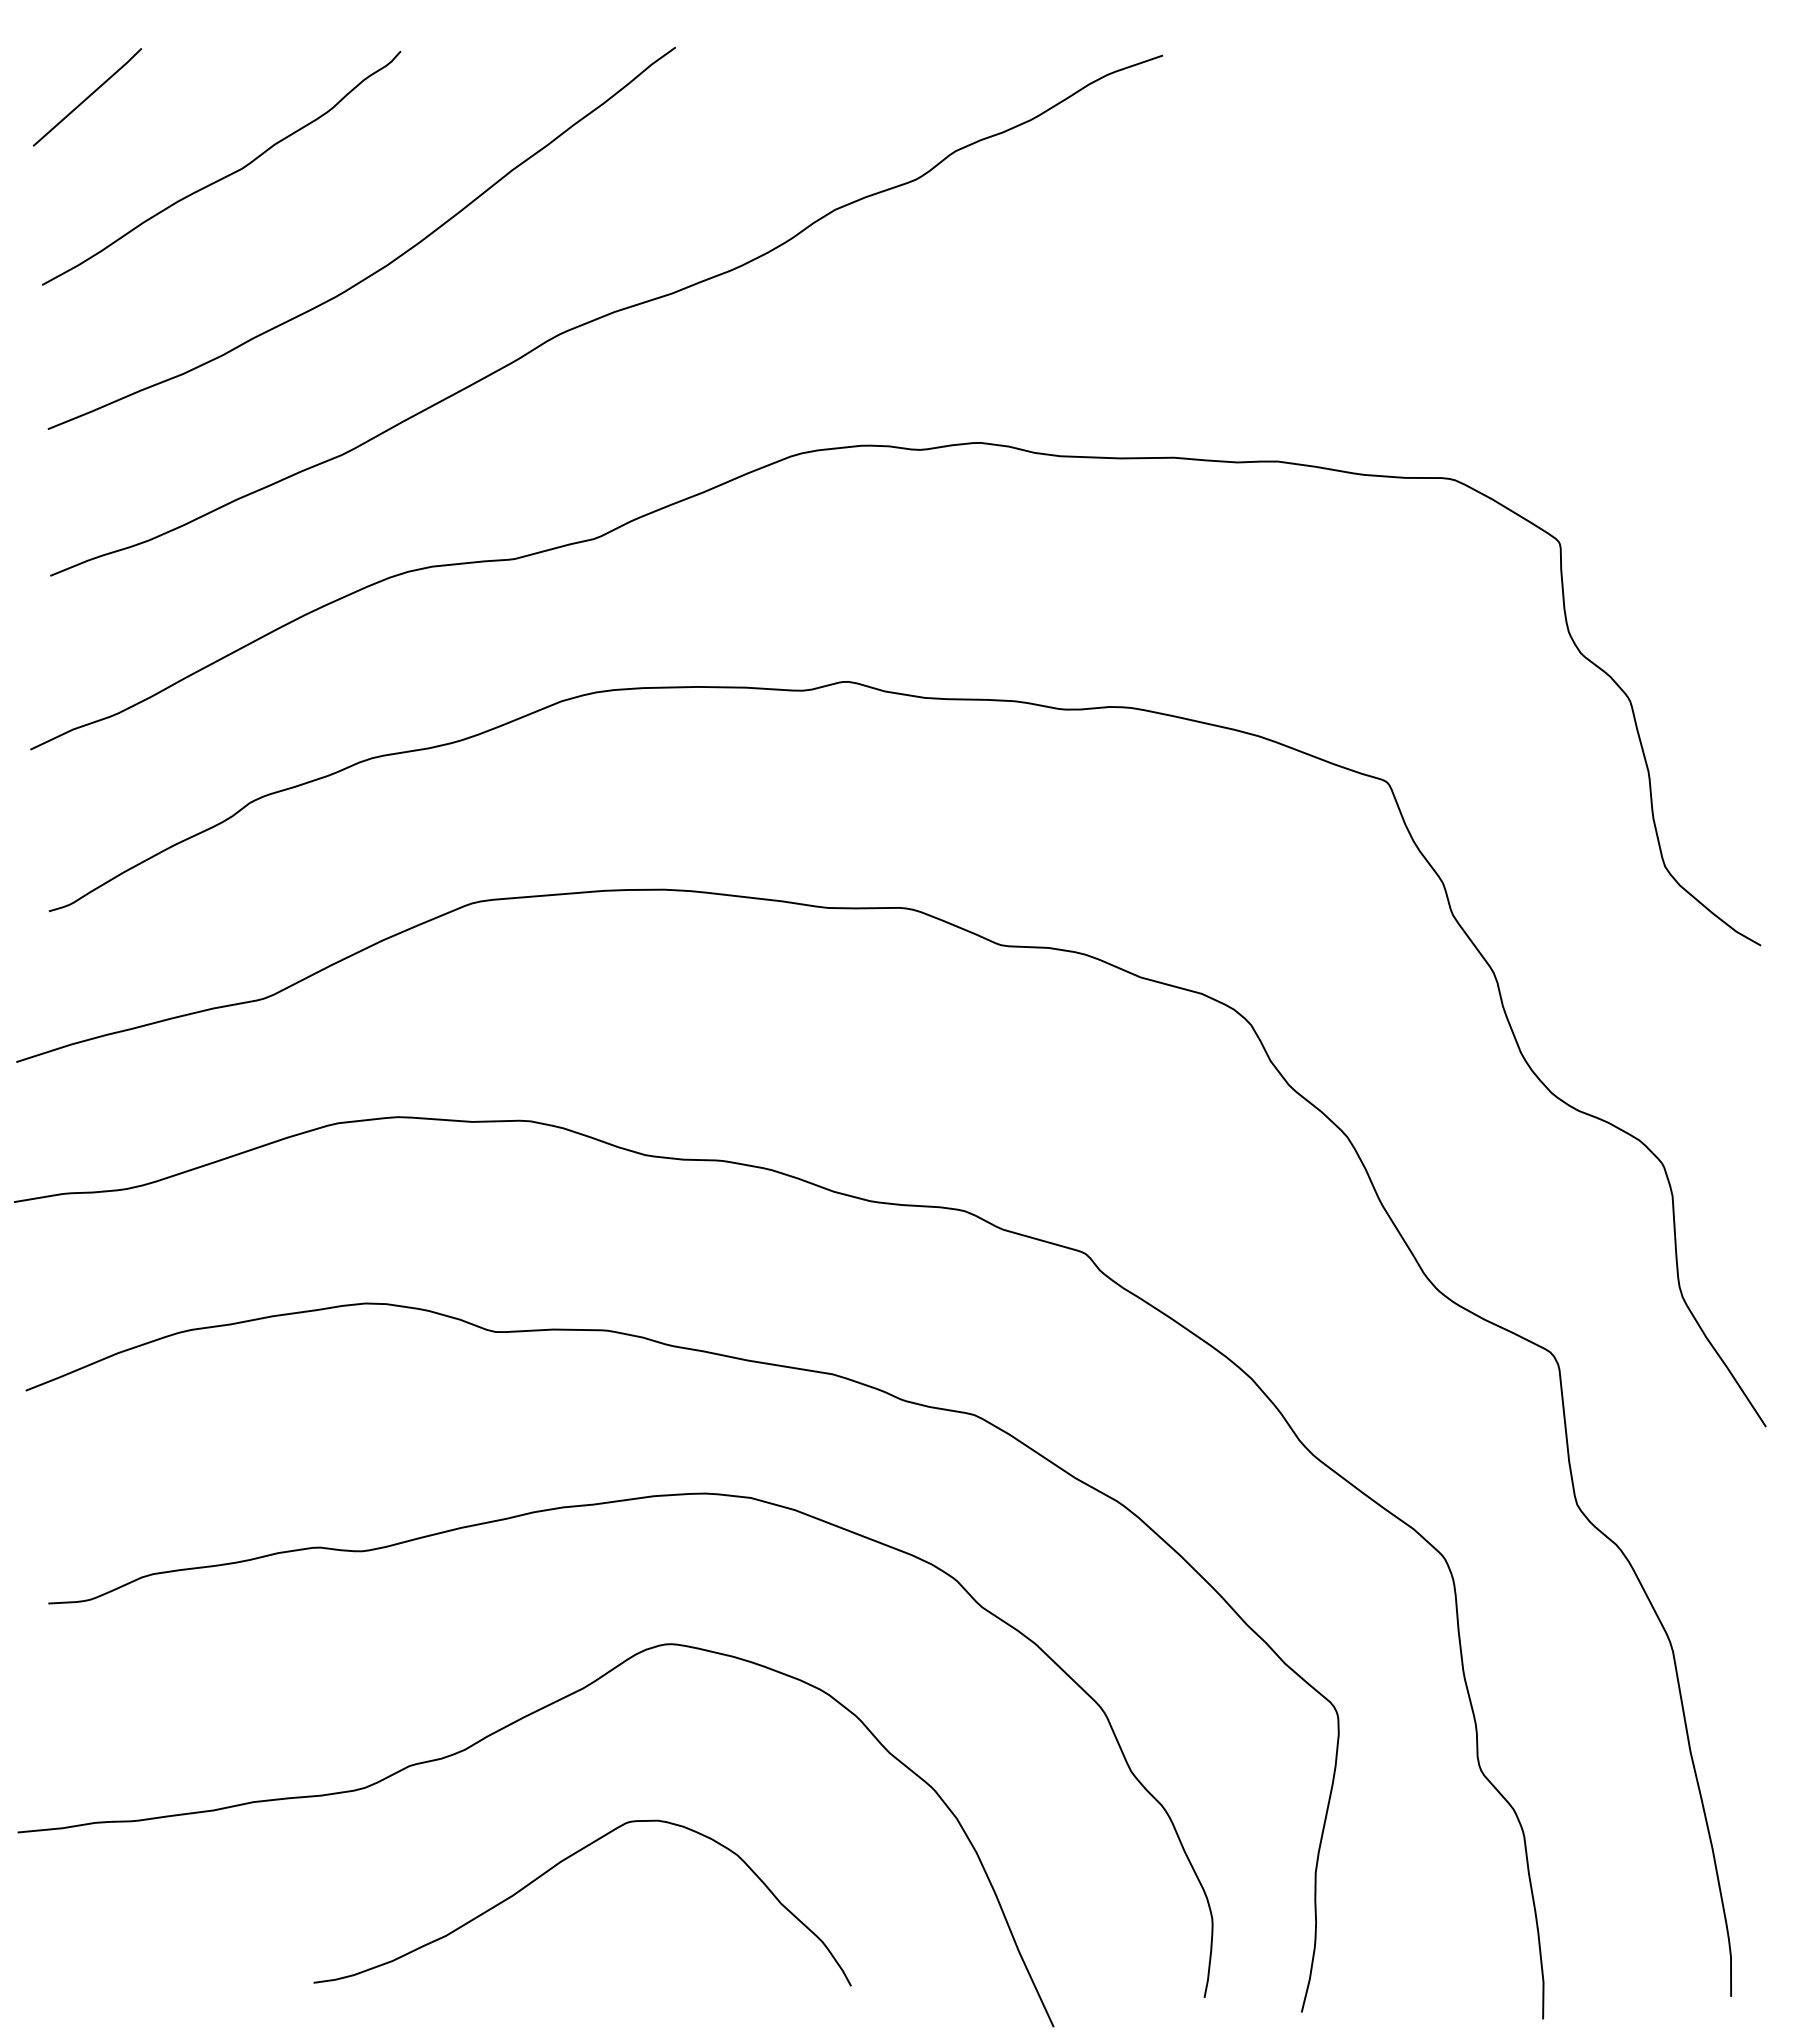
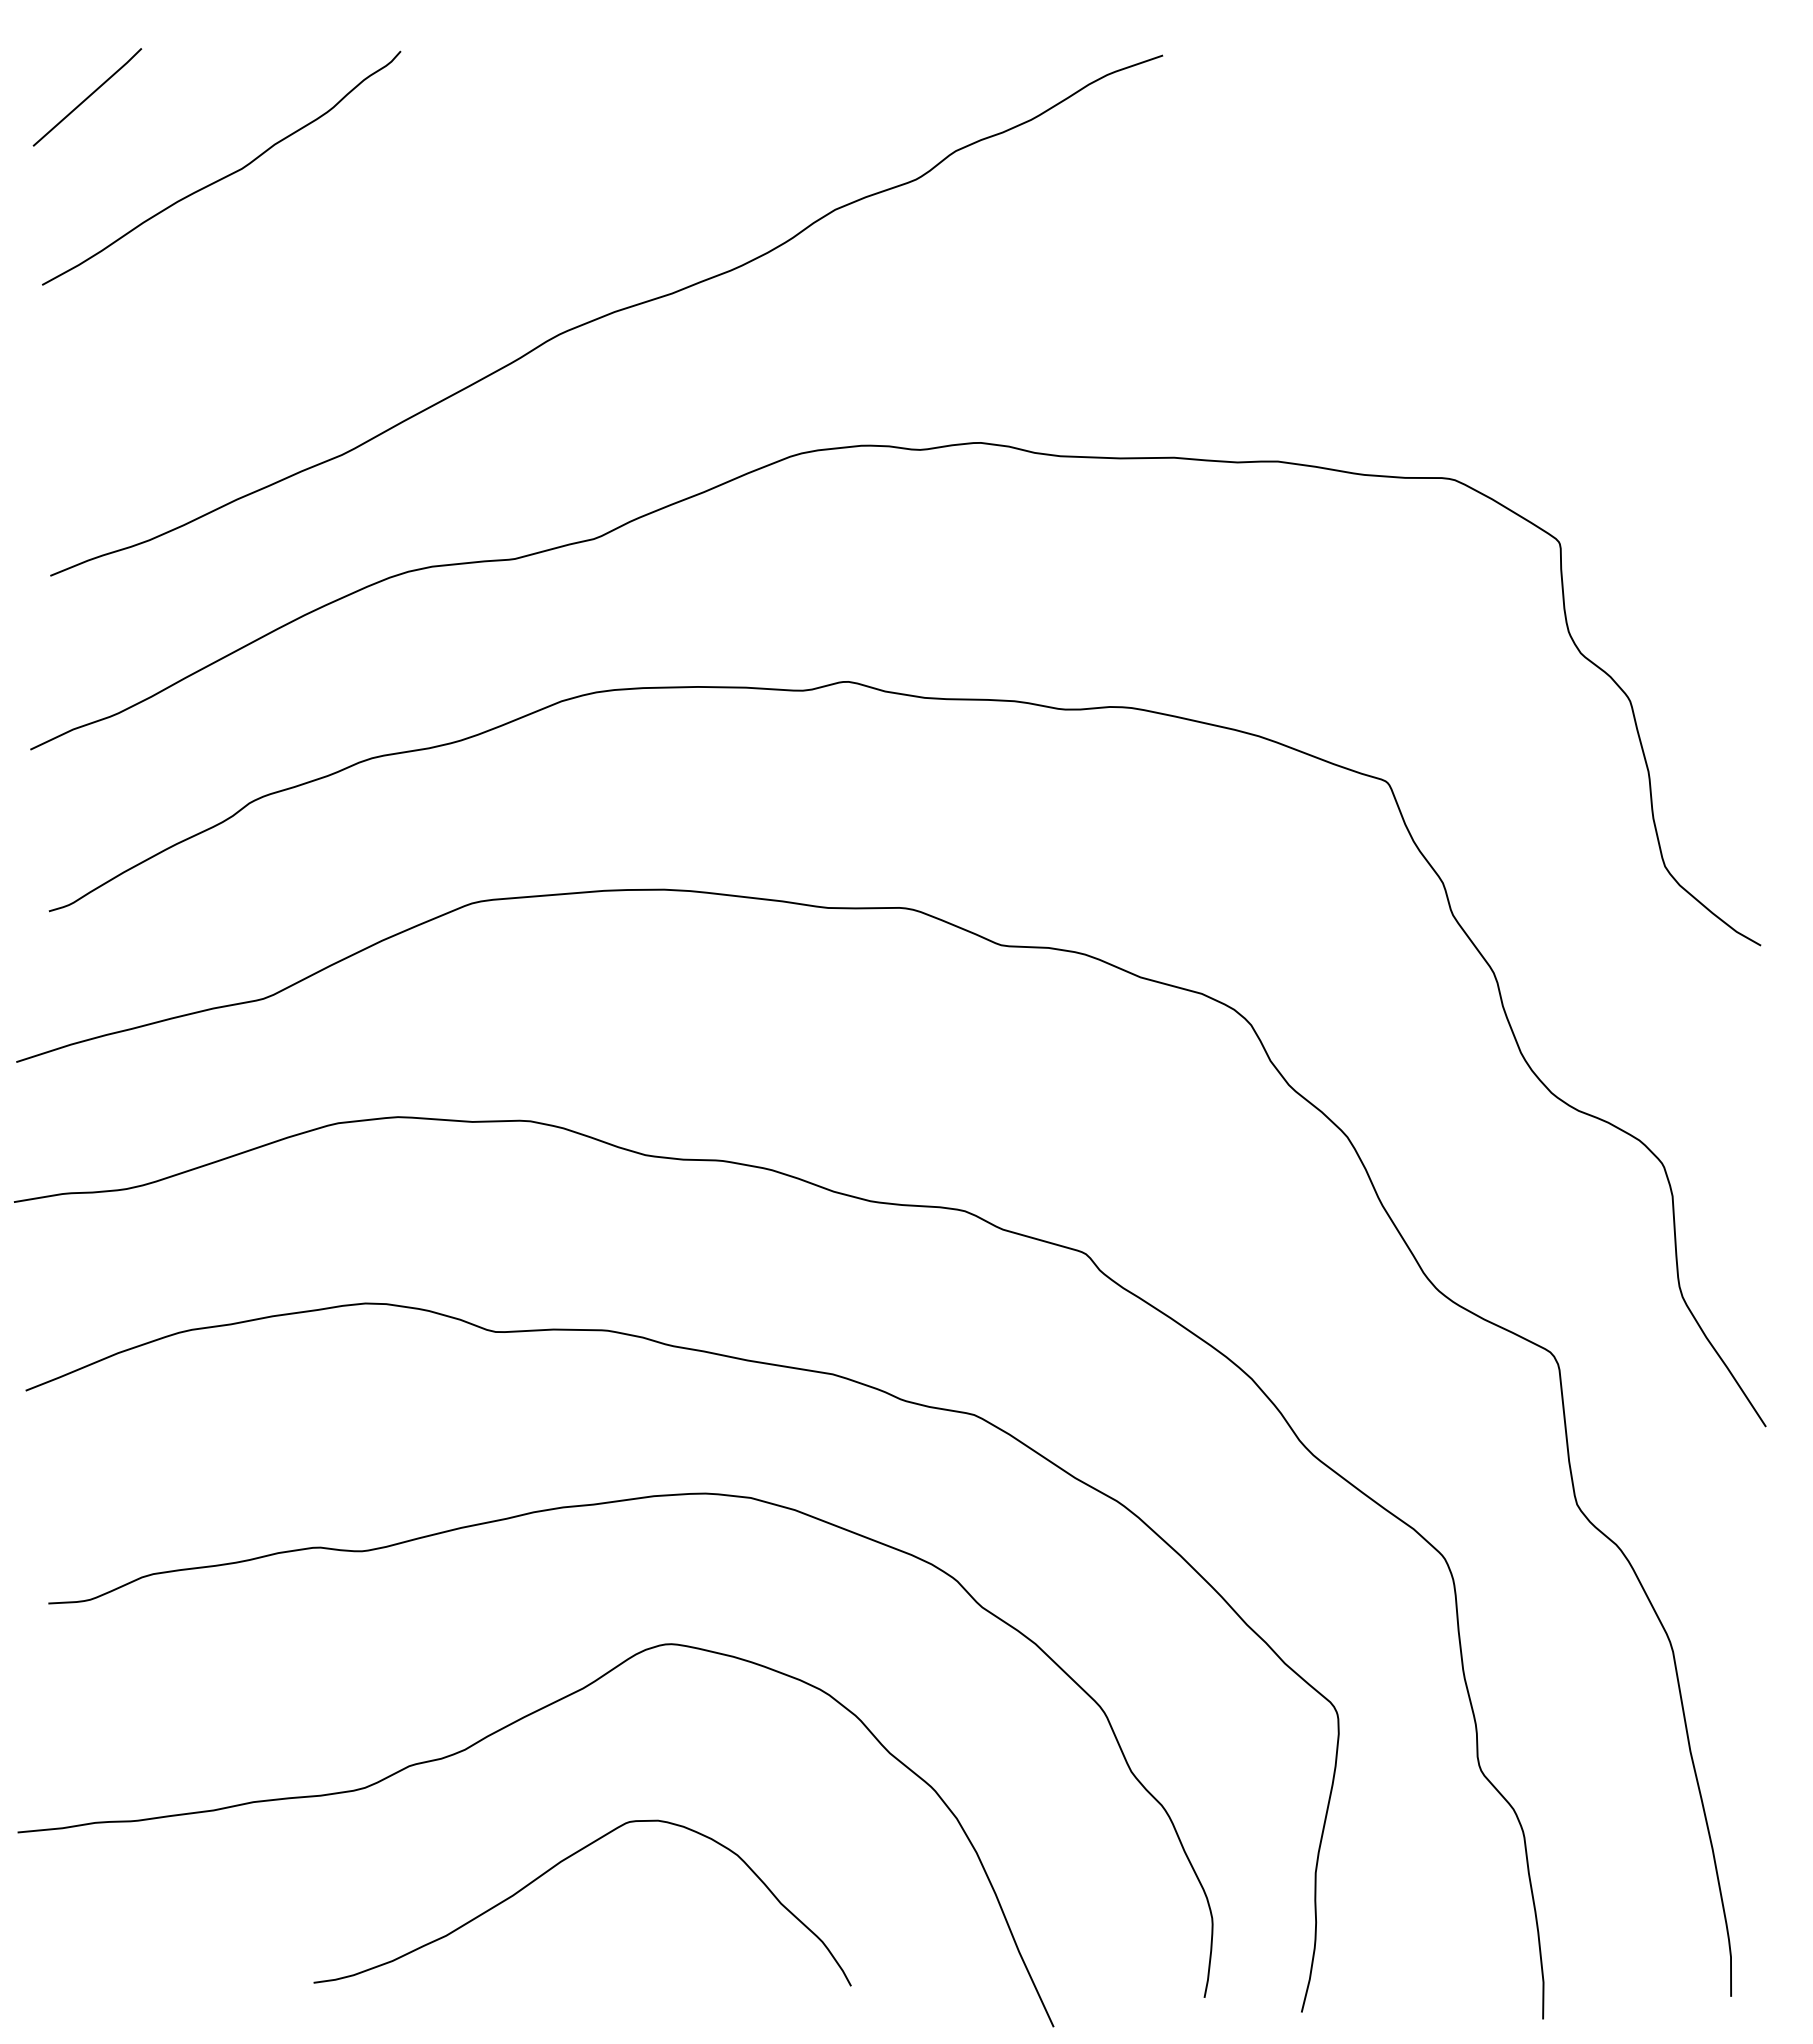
curve at (381, 267): present -> none
